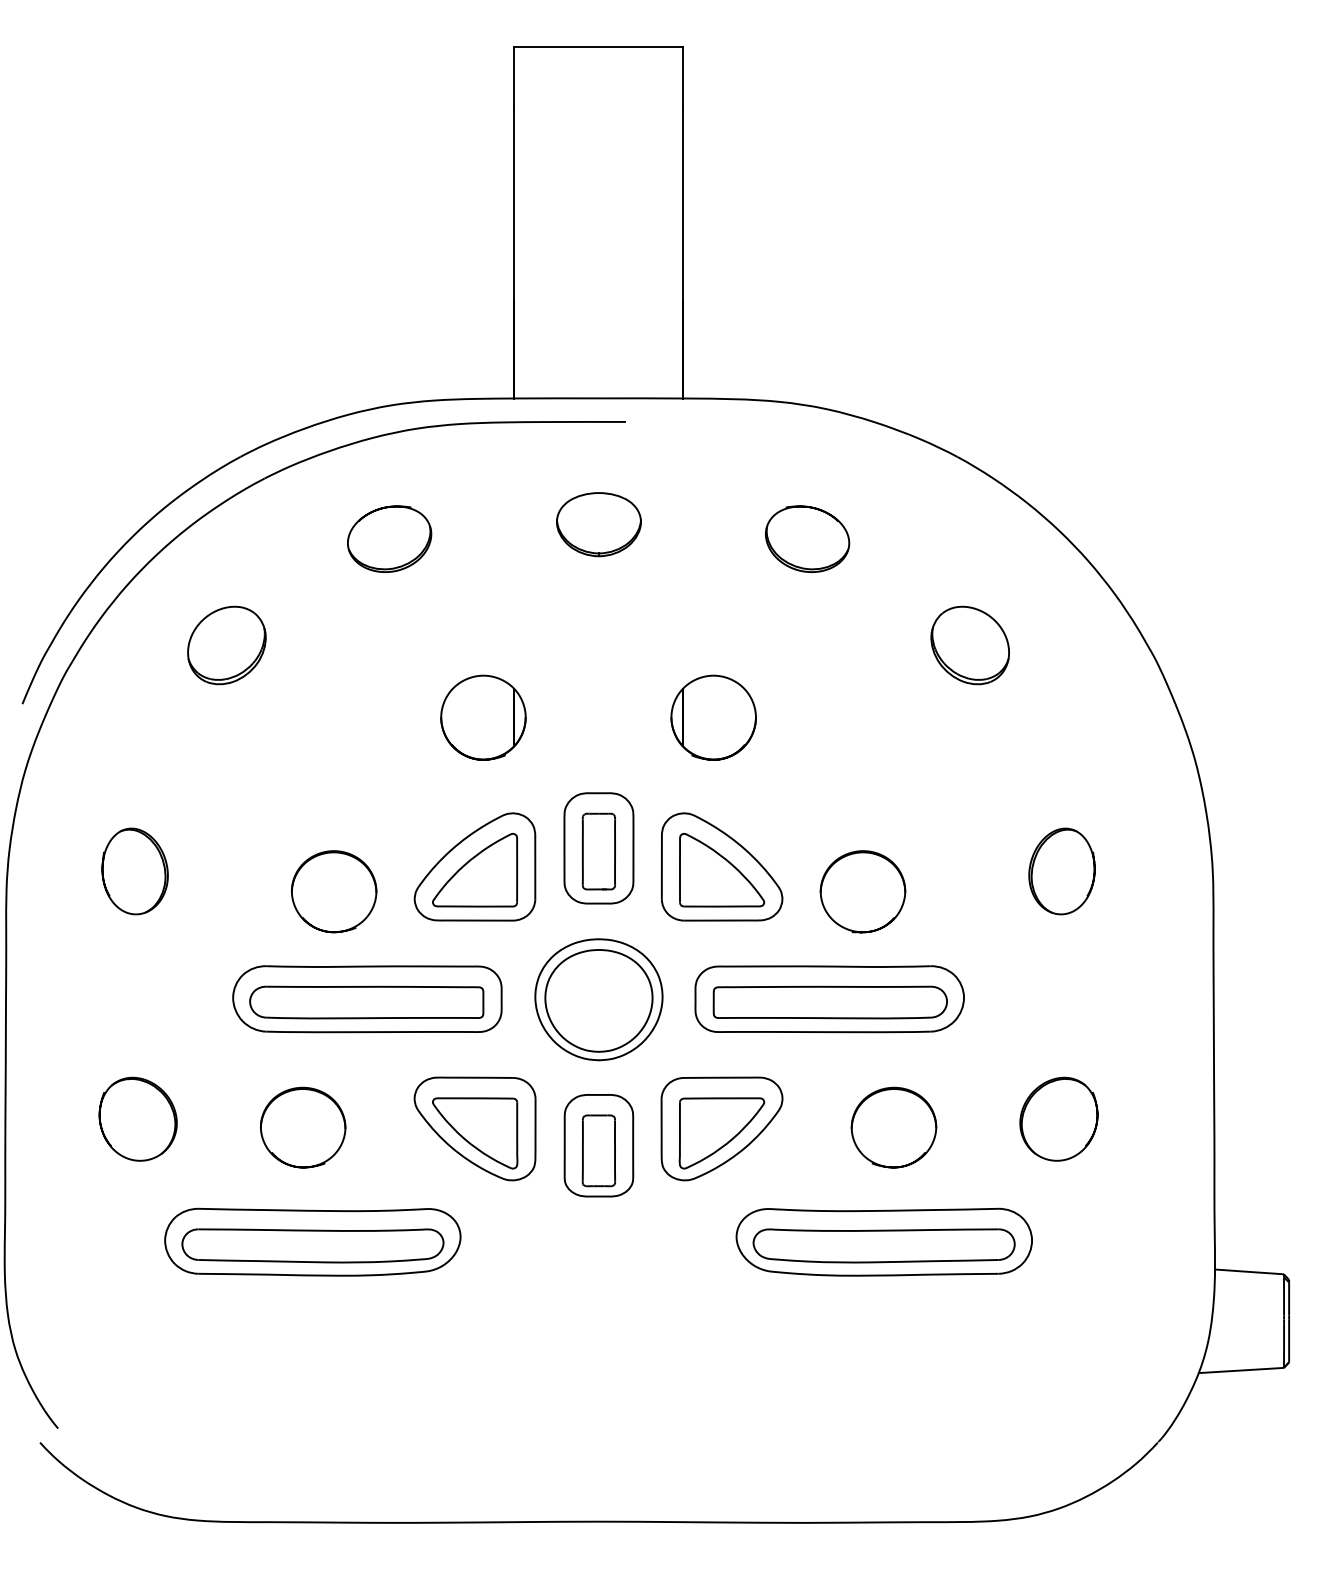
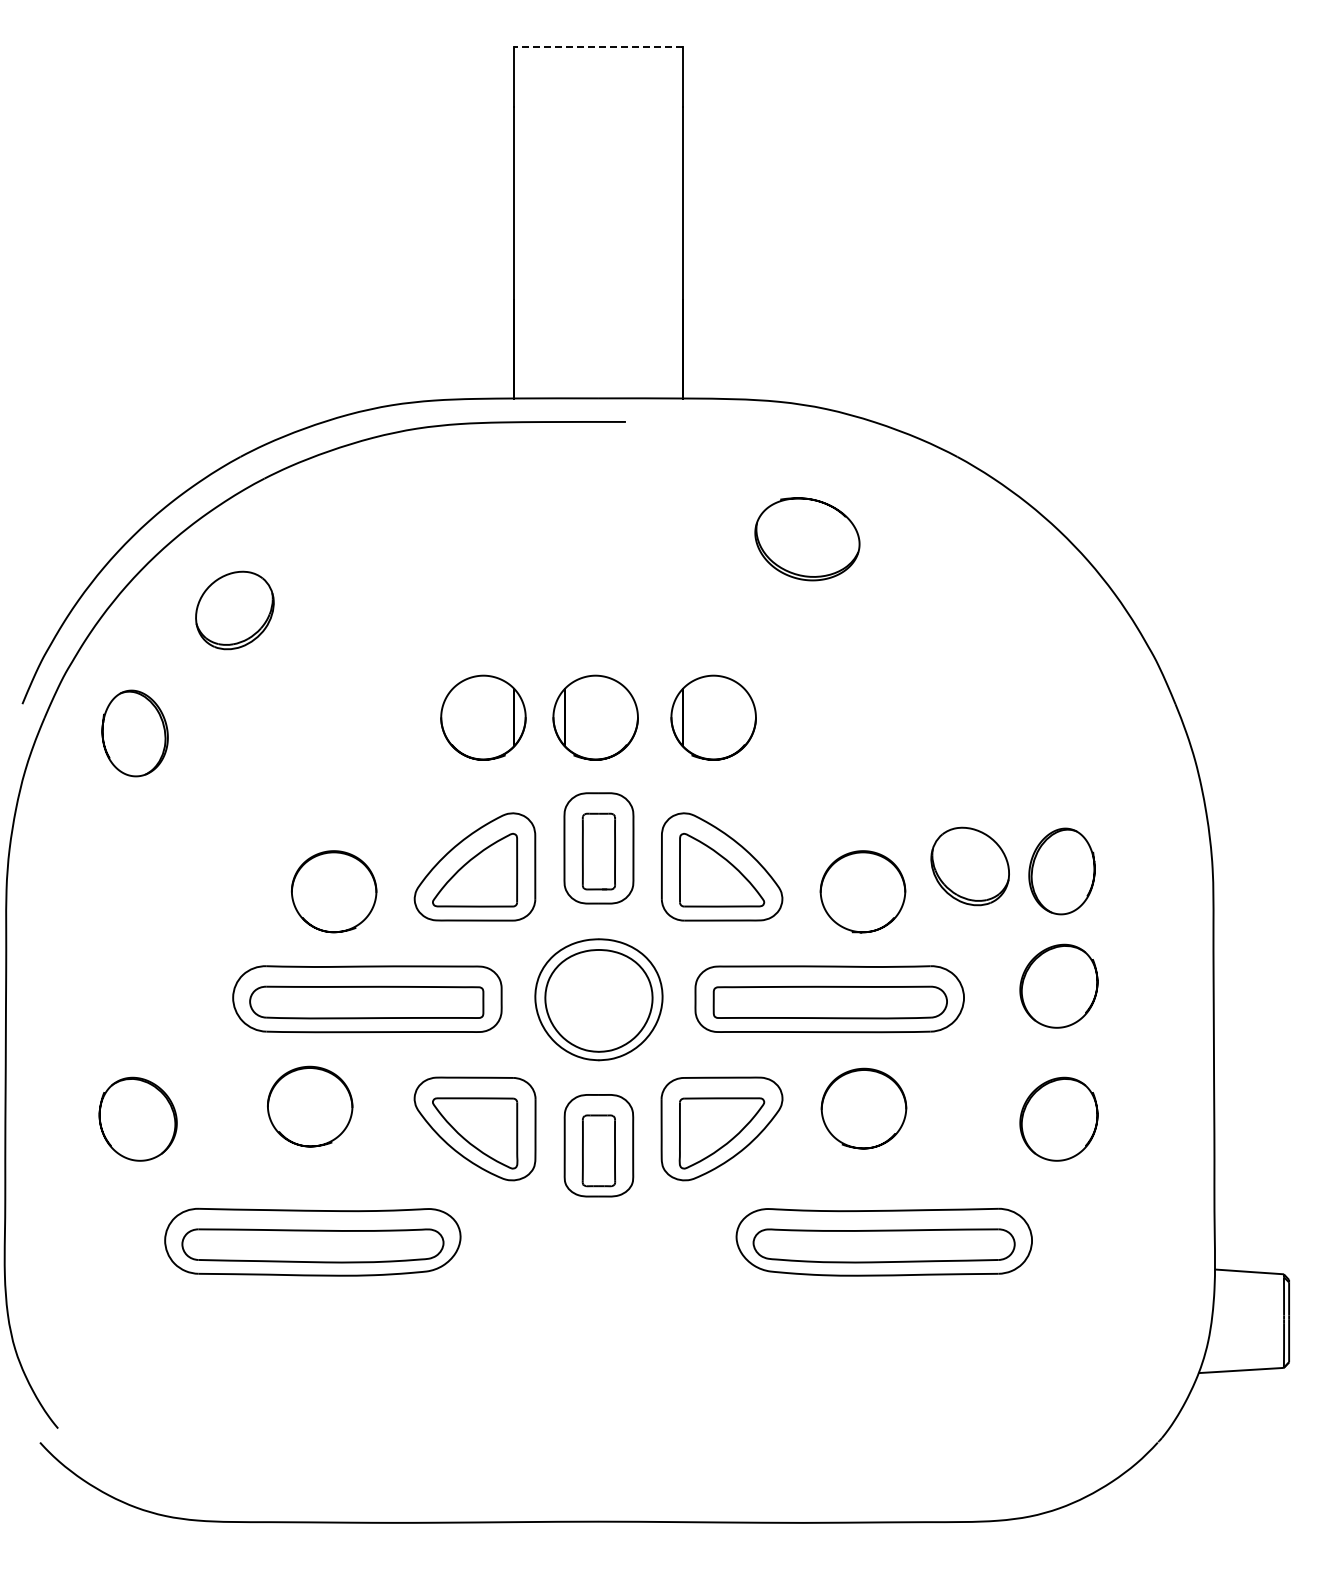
line at (598, 47): solid -> dashed
part at (598, 524): present -> none
part at (389, 538): present -> none
part at (807, 538) size: 86x68 px -> 107x85 px
part at (226, 645) position: (226, 645) -> (234, 610)
part at (969, 645) position: (969, 645) -> (969, 866)
part at (595, 717): none -> present
part at (134, 871) position: (134, 871) -> (134, 733)
part at (1058, 985): none -> present
part at (303, 1127) position: (303, 1127) -> (310, 1106)
part at (893, 1127) position: (893, 1127) -> (863, 1108)
